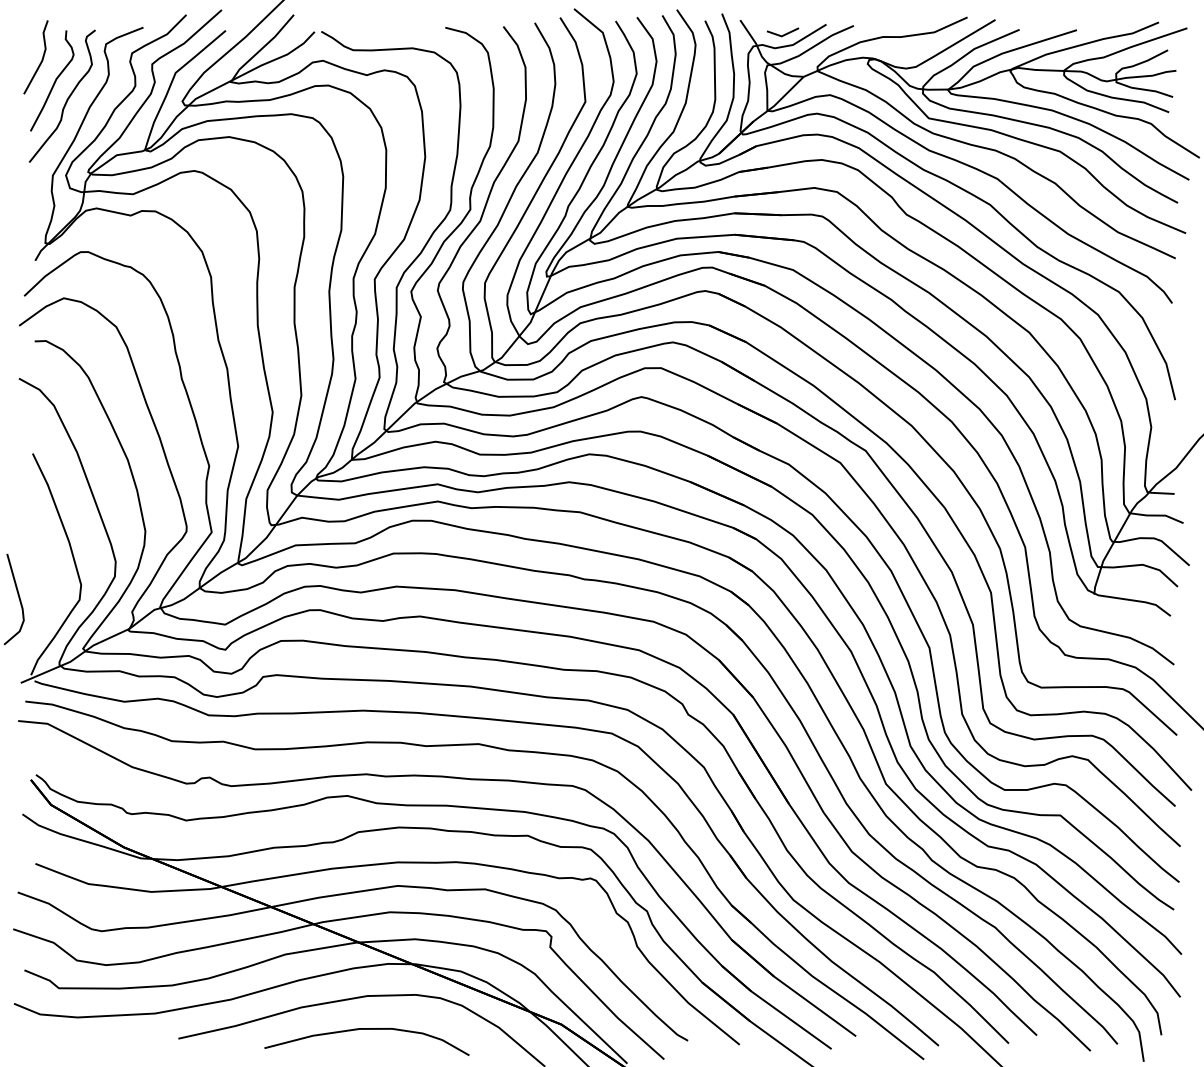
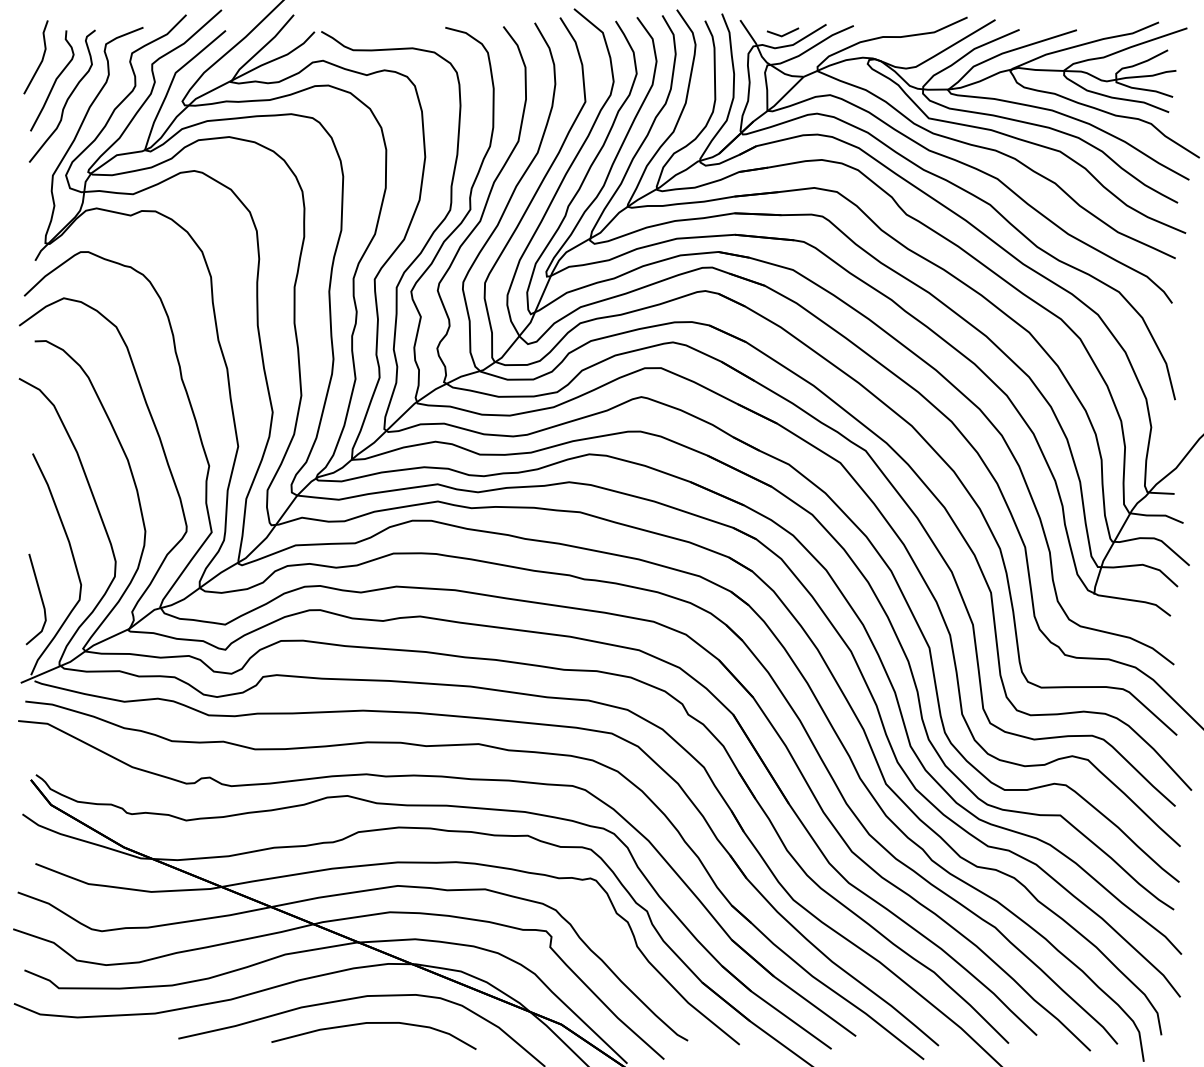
line at (18, 598) position: (18, 598) -> (40, 598)
part at (366, 1029) position: (366, 1029) -> (373, 1023)
